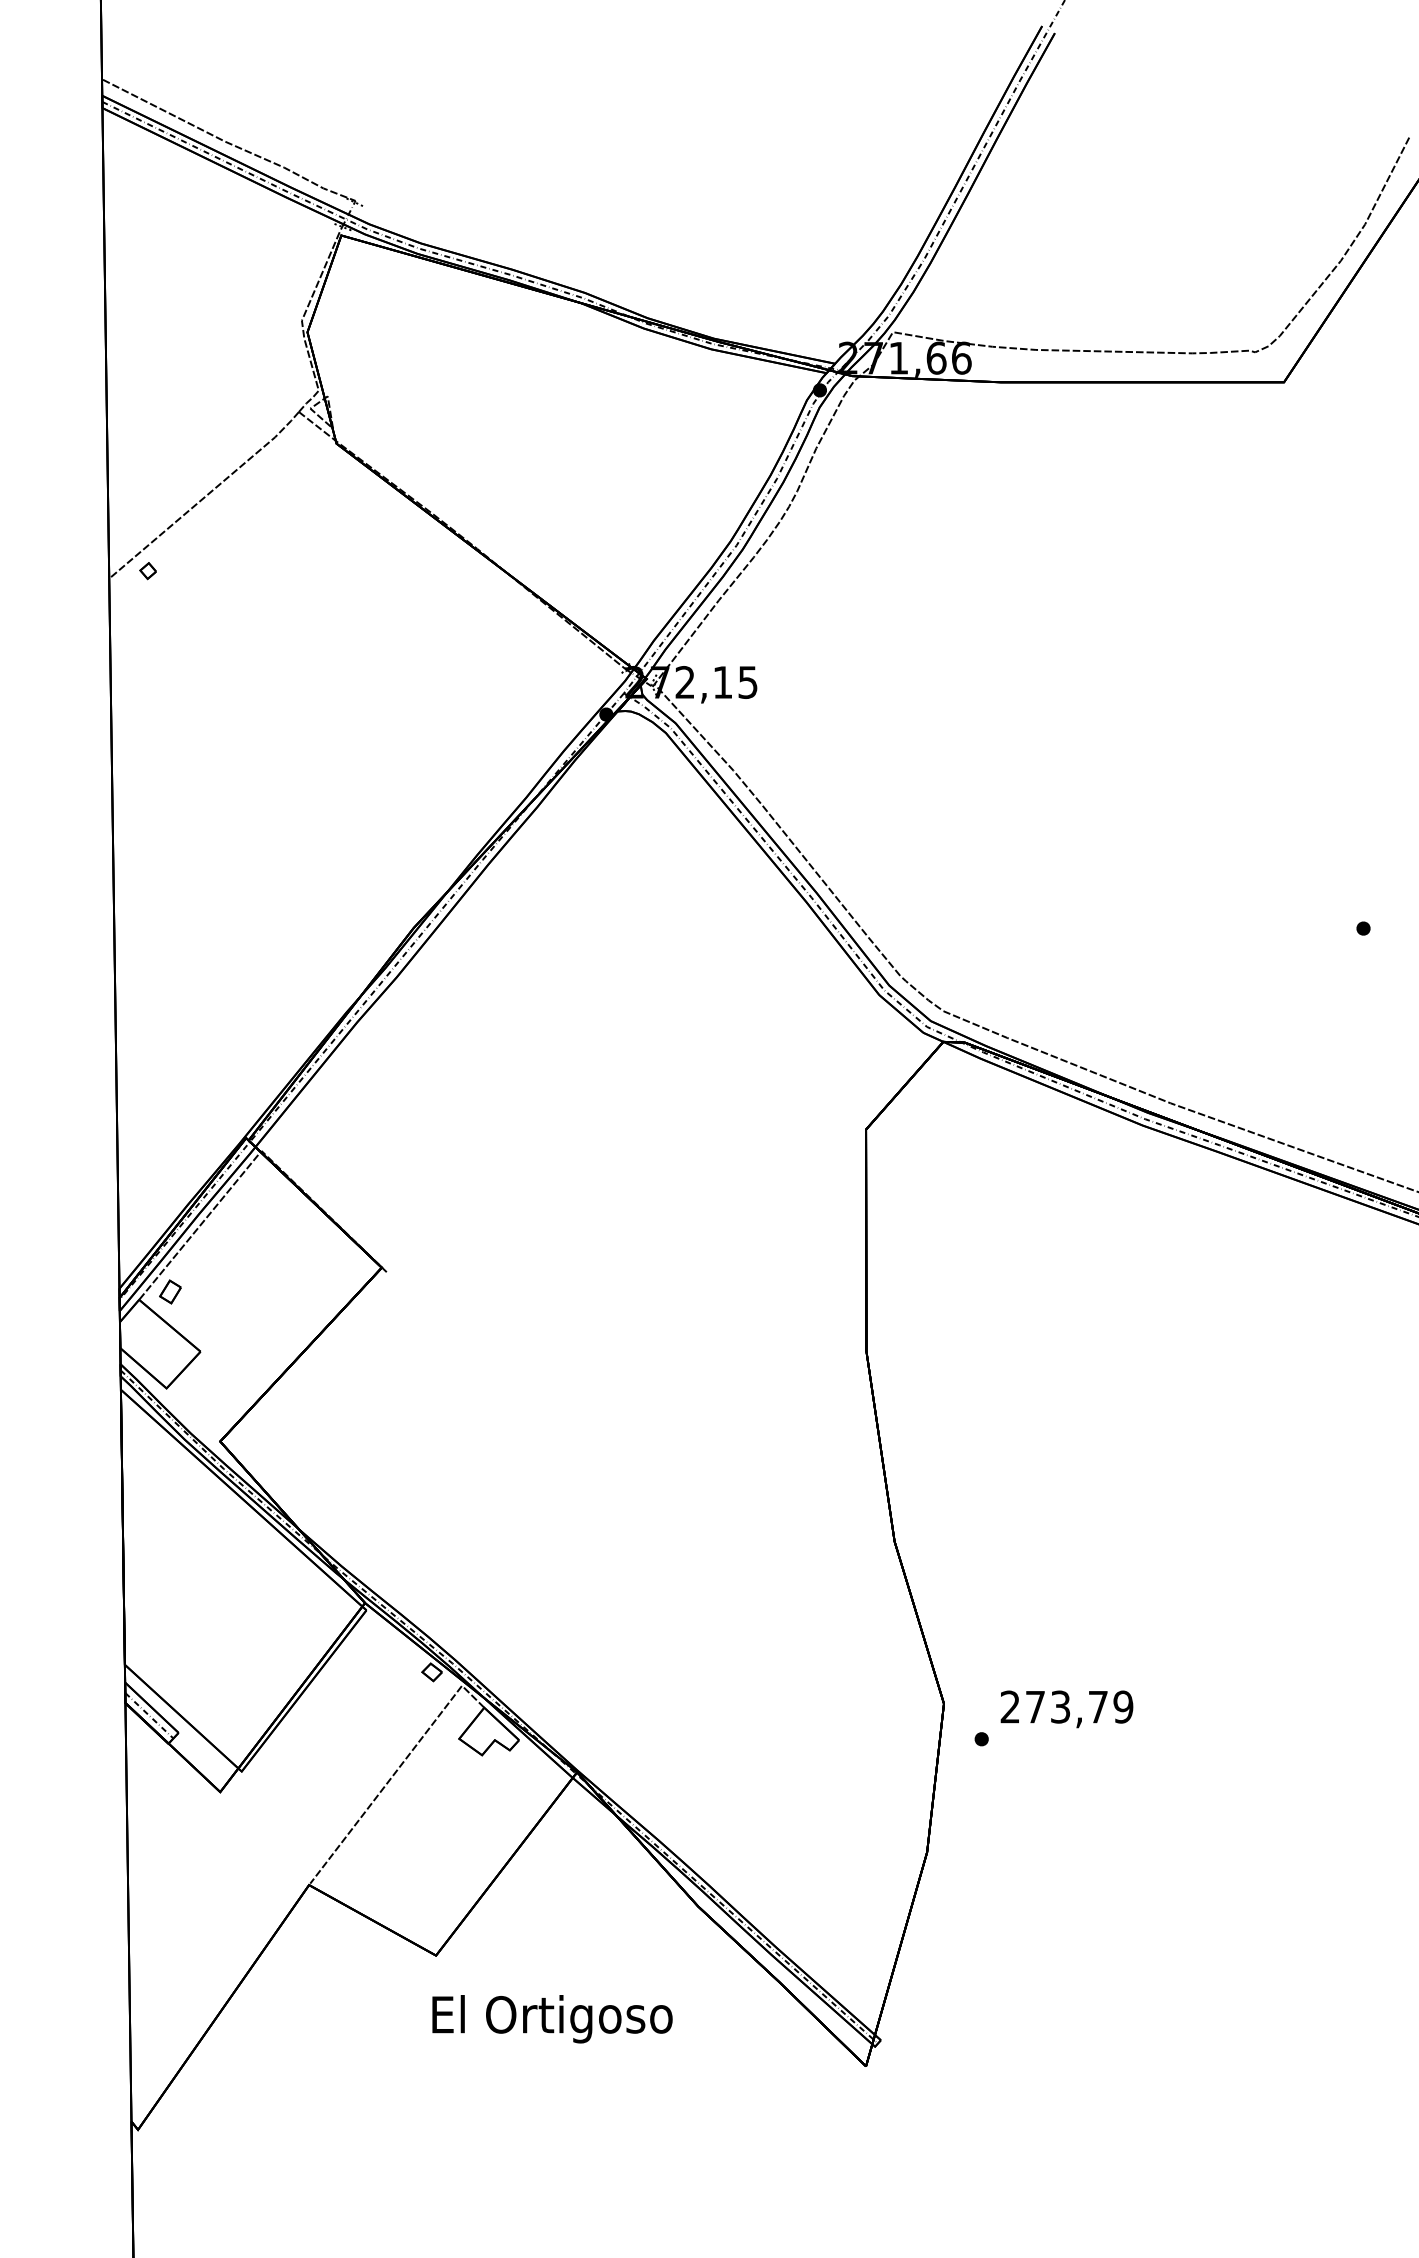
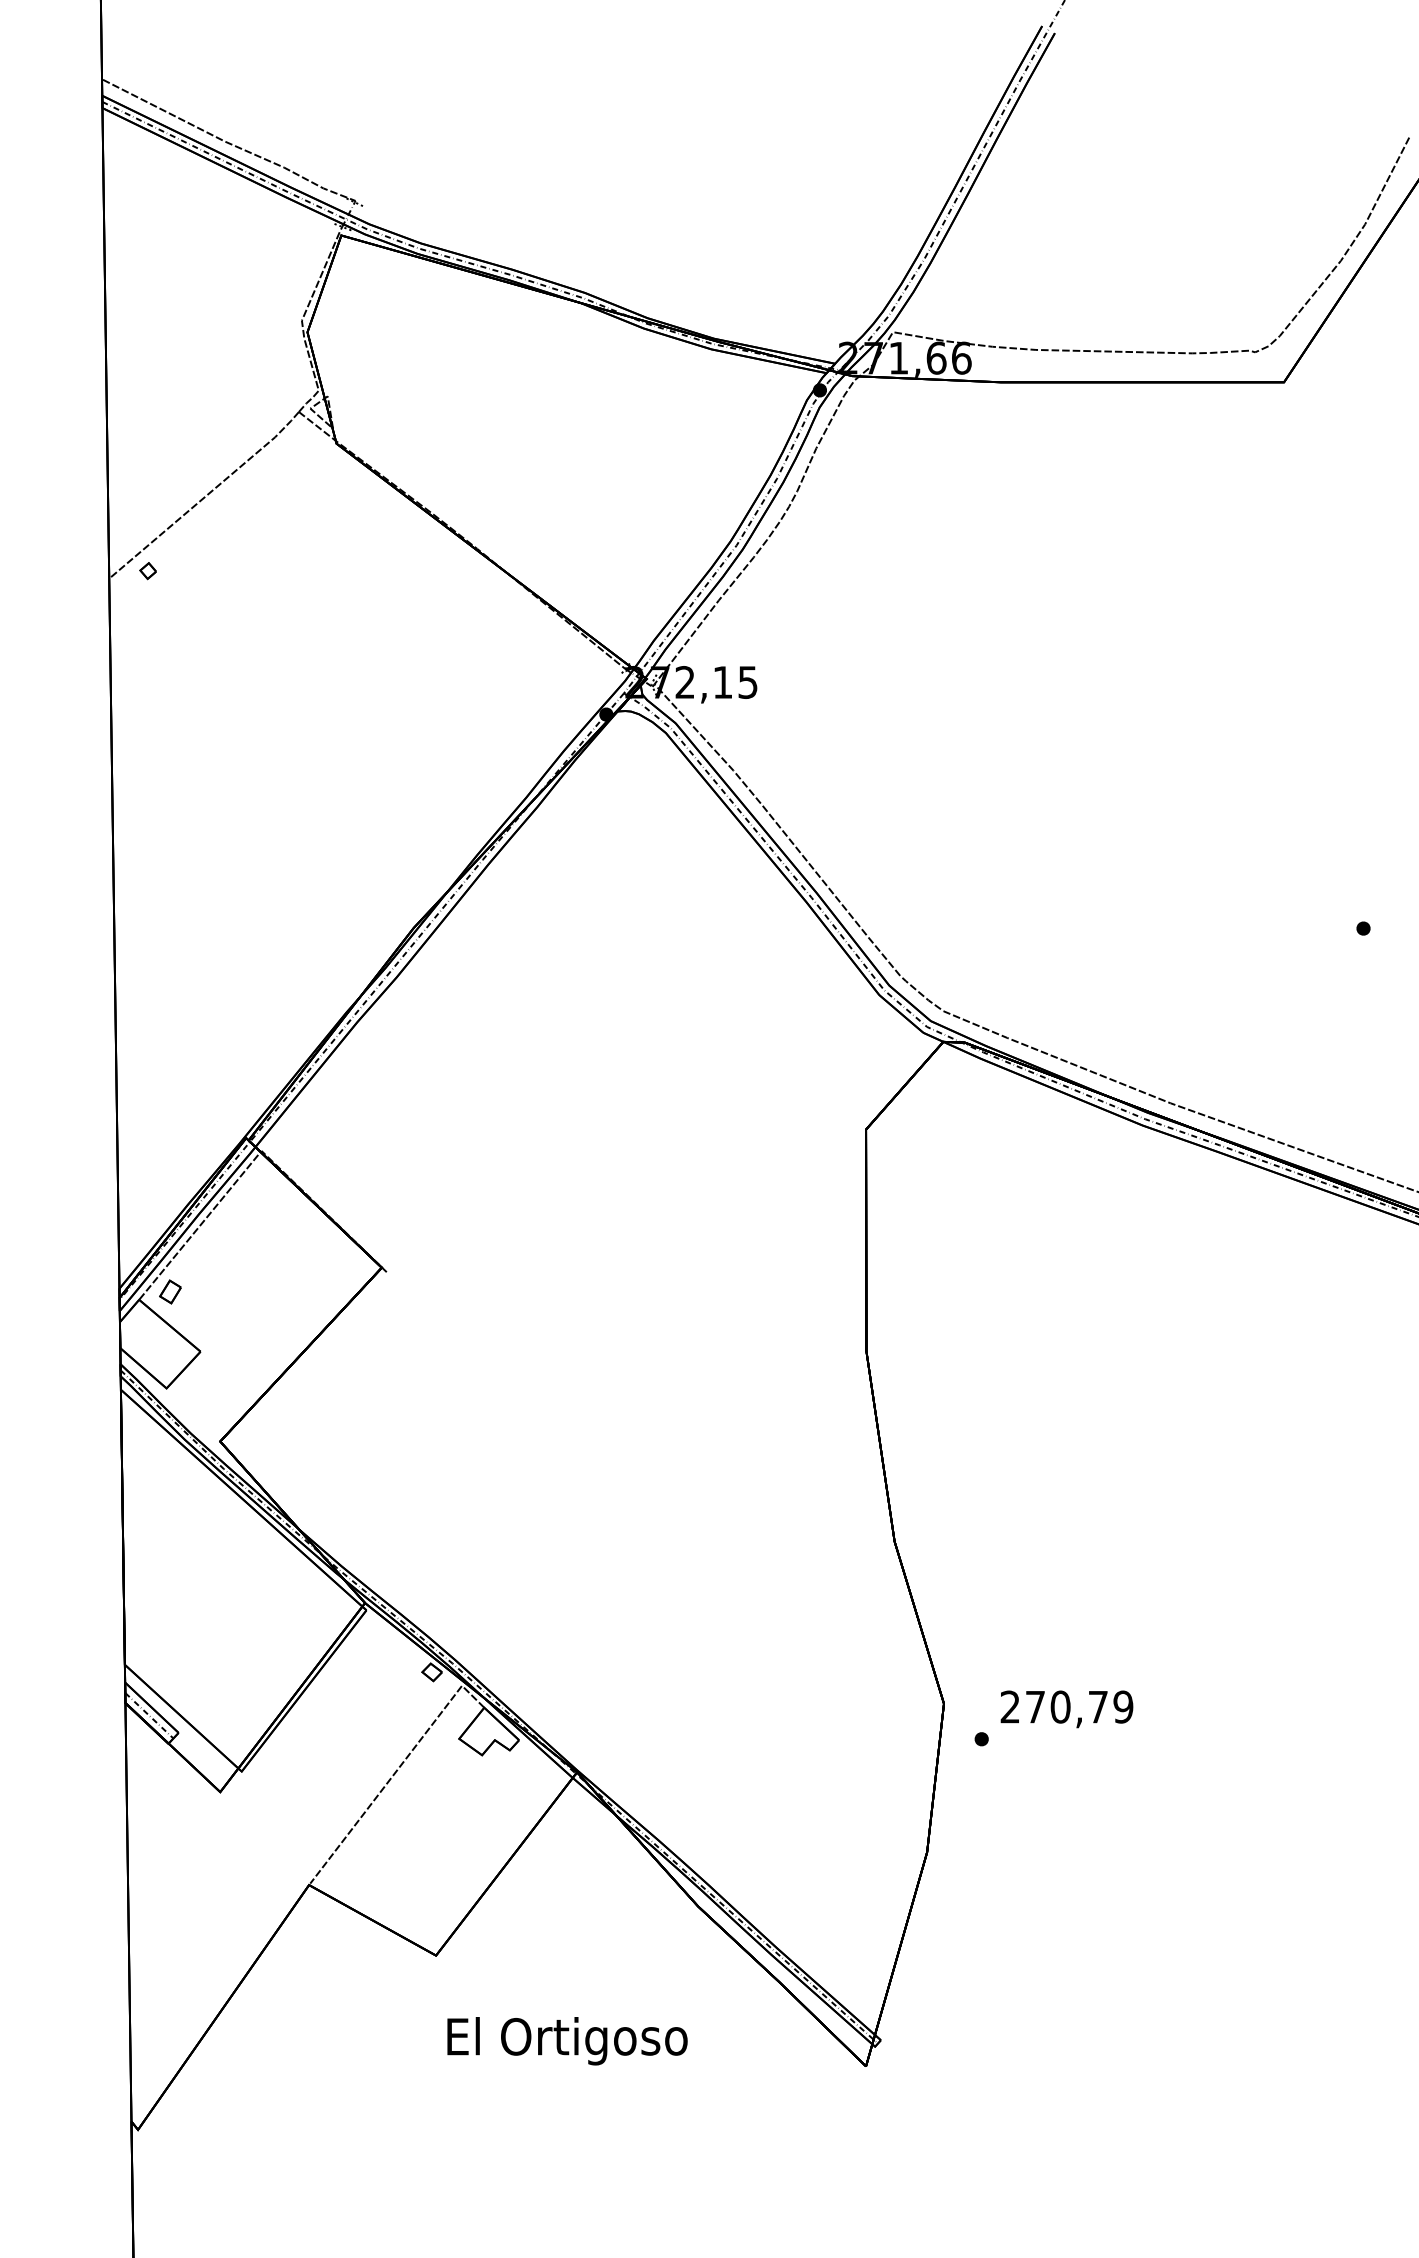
text at (1060, 1706): 273,79 -> 270,79
text at (552, 2019) position: (552, 2019) -> (567, 2041)
